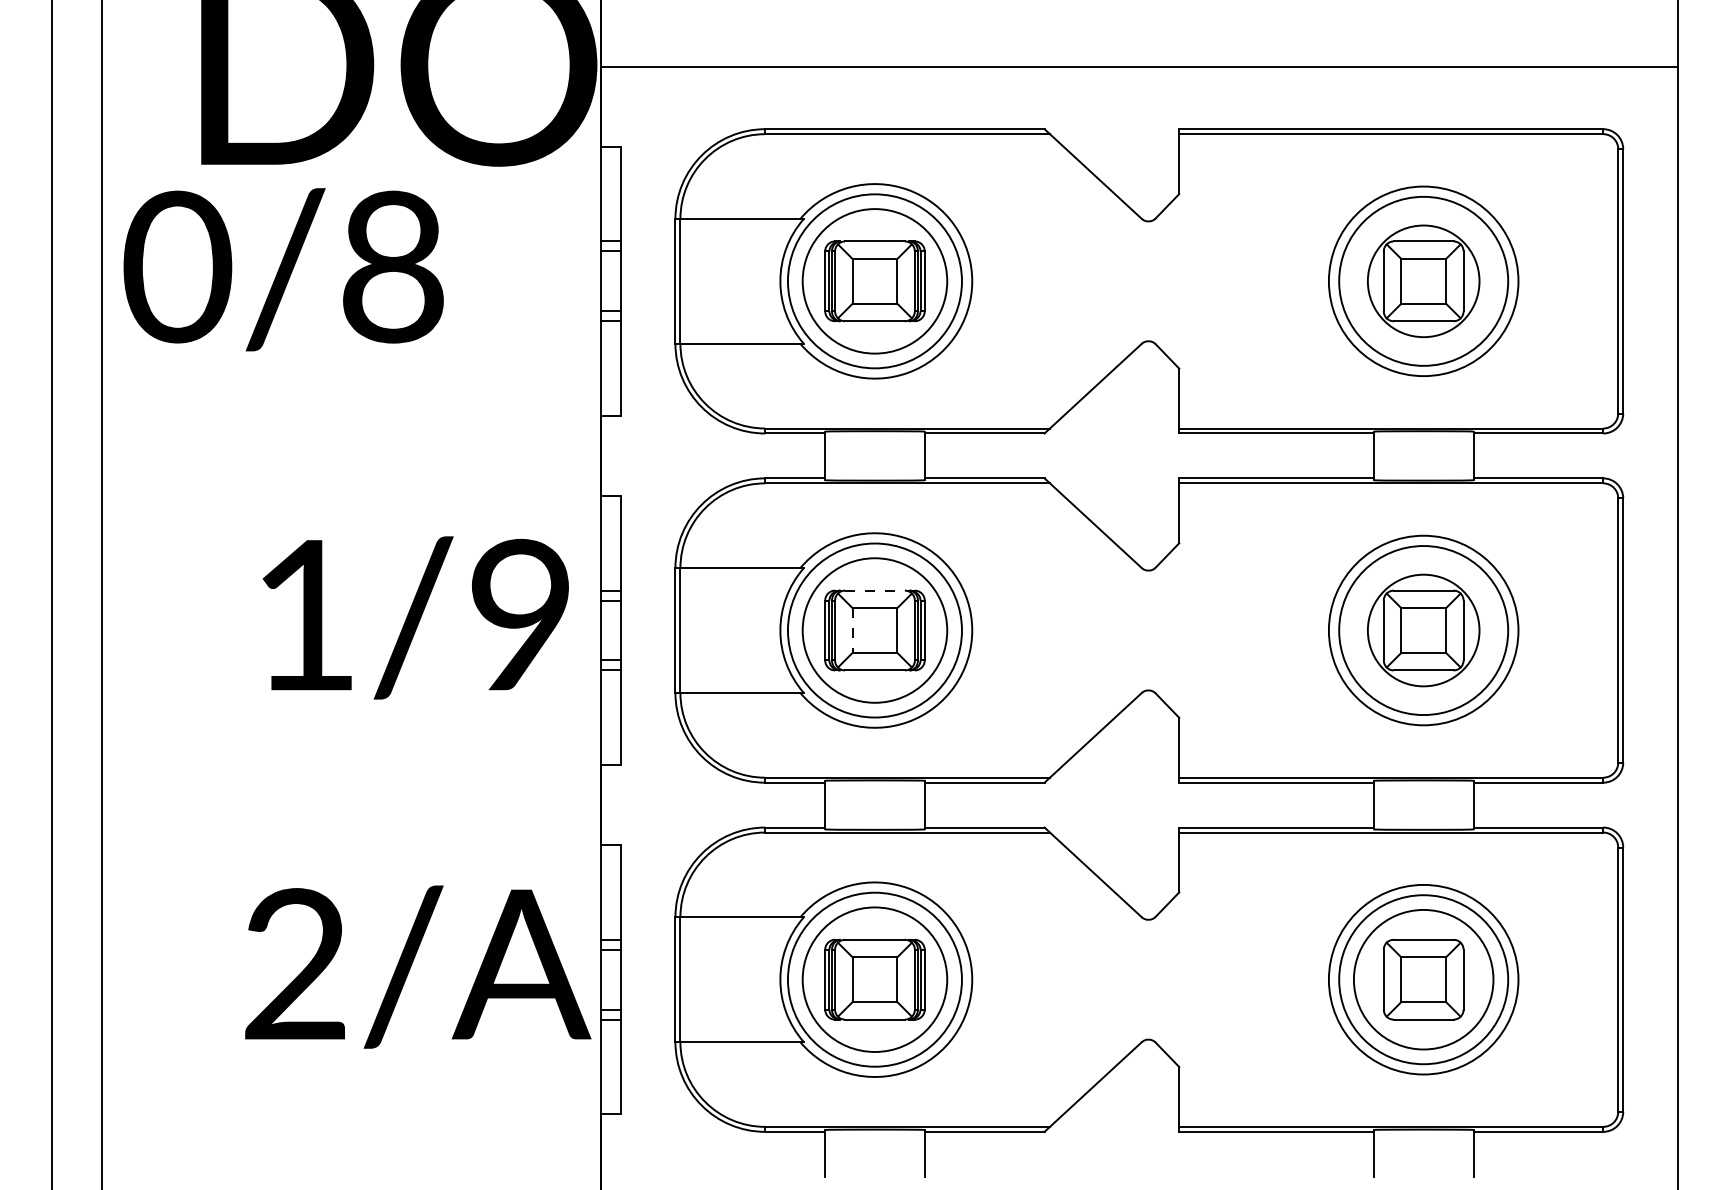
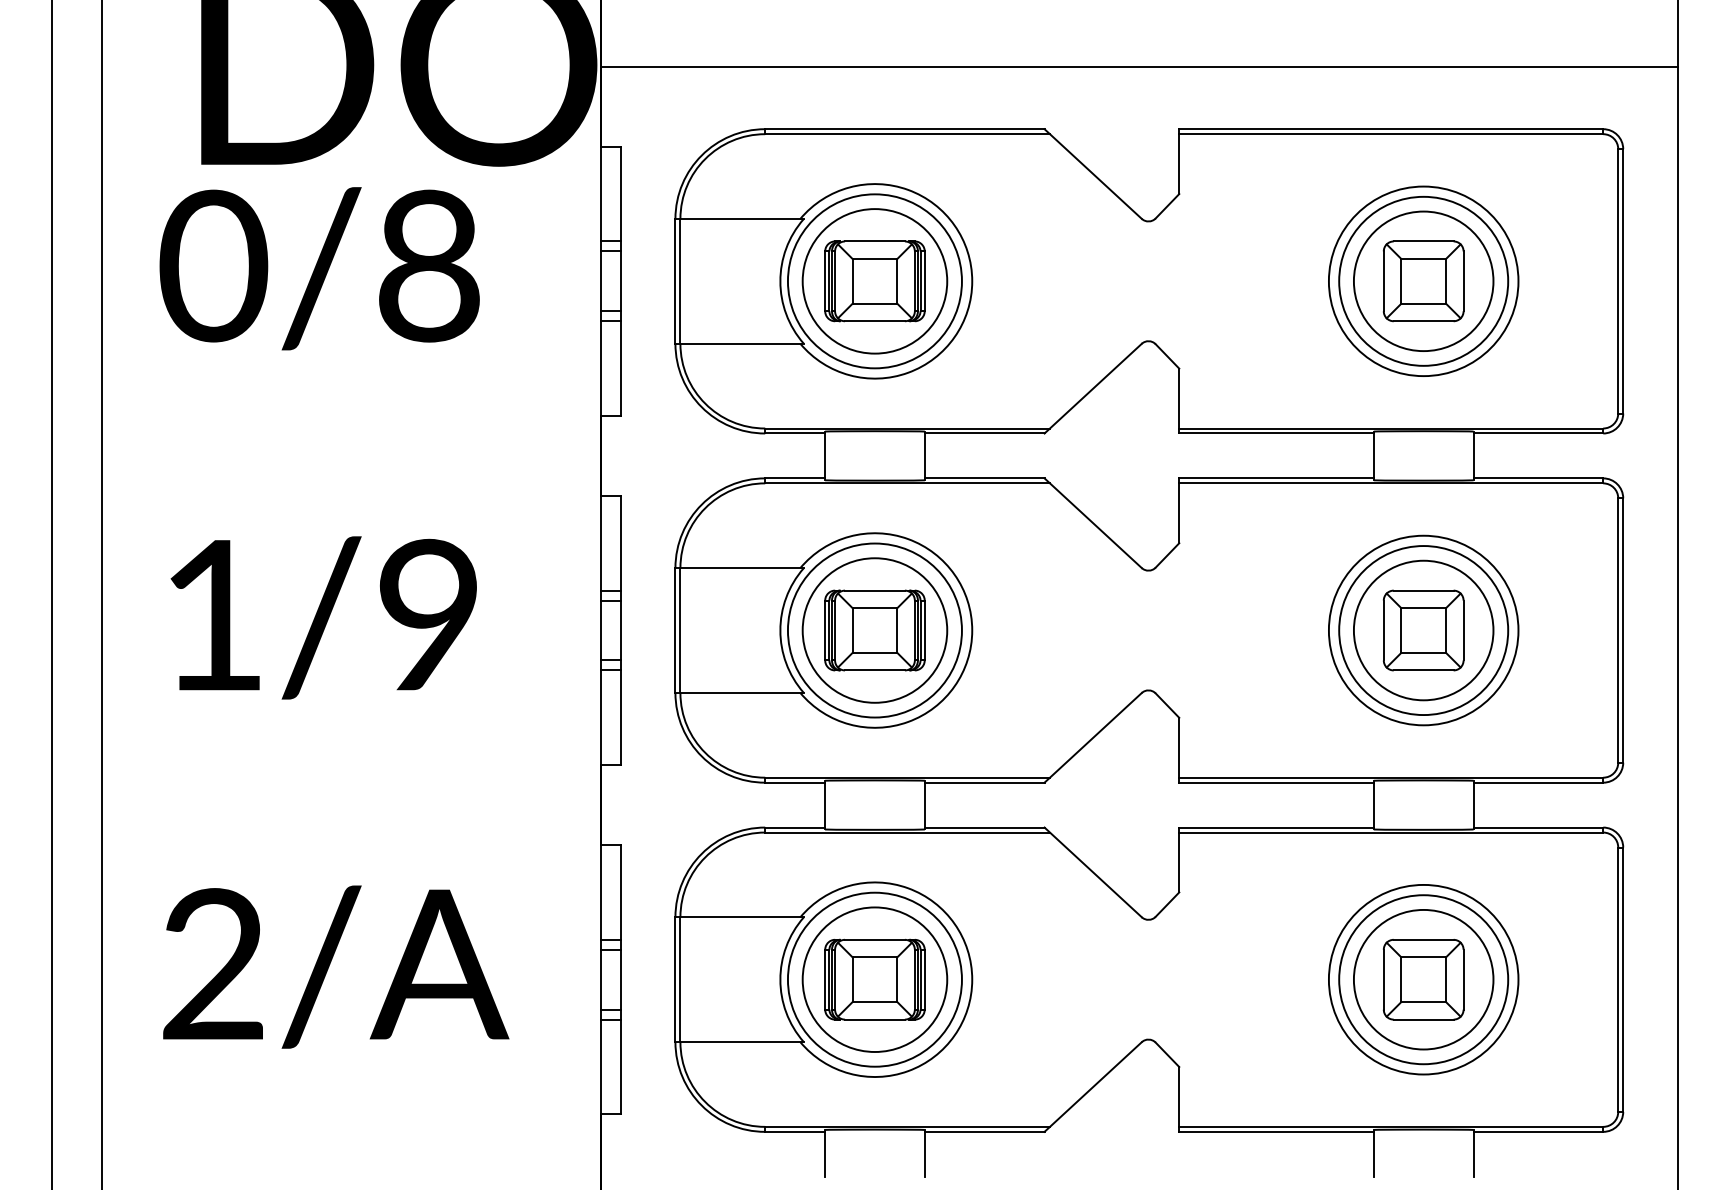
text at (283, 269) position: (283, 269) -> (319, 268)
circle at (1423, 281) diameter: 112 px -> 140 px
line at (874, 590): dashed -> solid
text at (415, 617) position: (415, 617) -> (323, 617)
circle at (1423, 630) diameter: 112 px -> 140 px
line at (852, 631): dashed -> solid
text at (418, 966) position: (418, 966) -> (336, 966)
